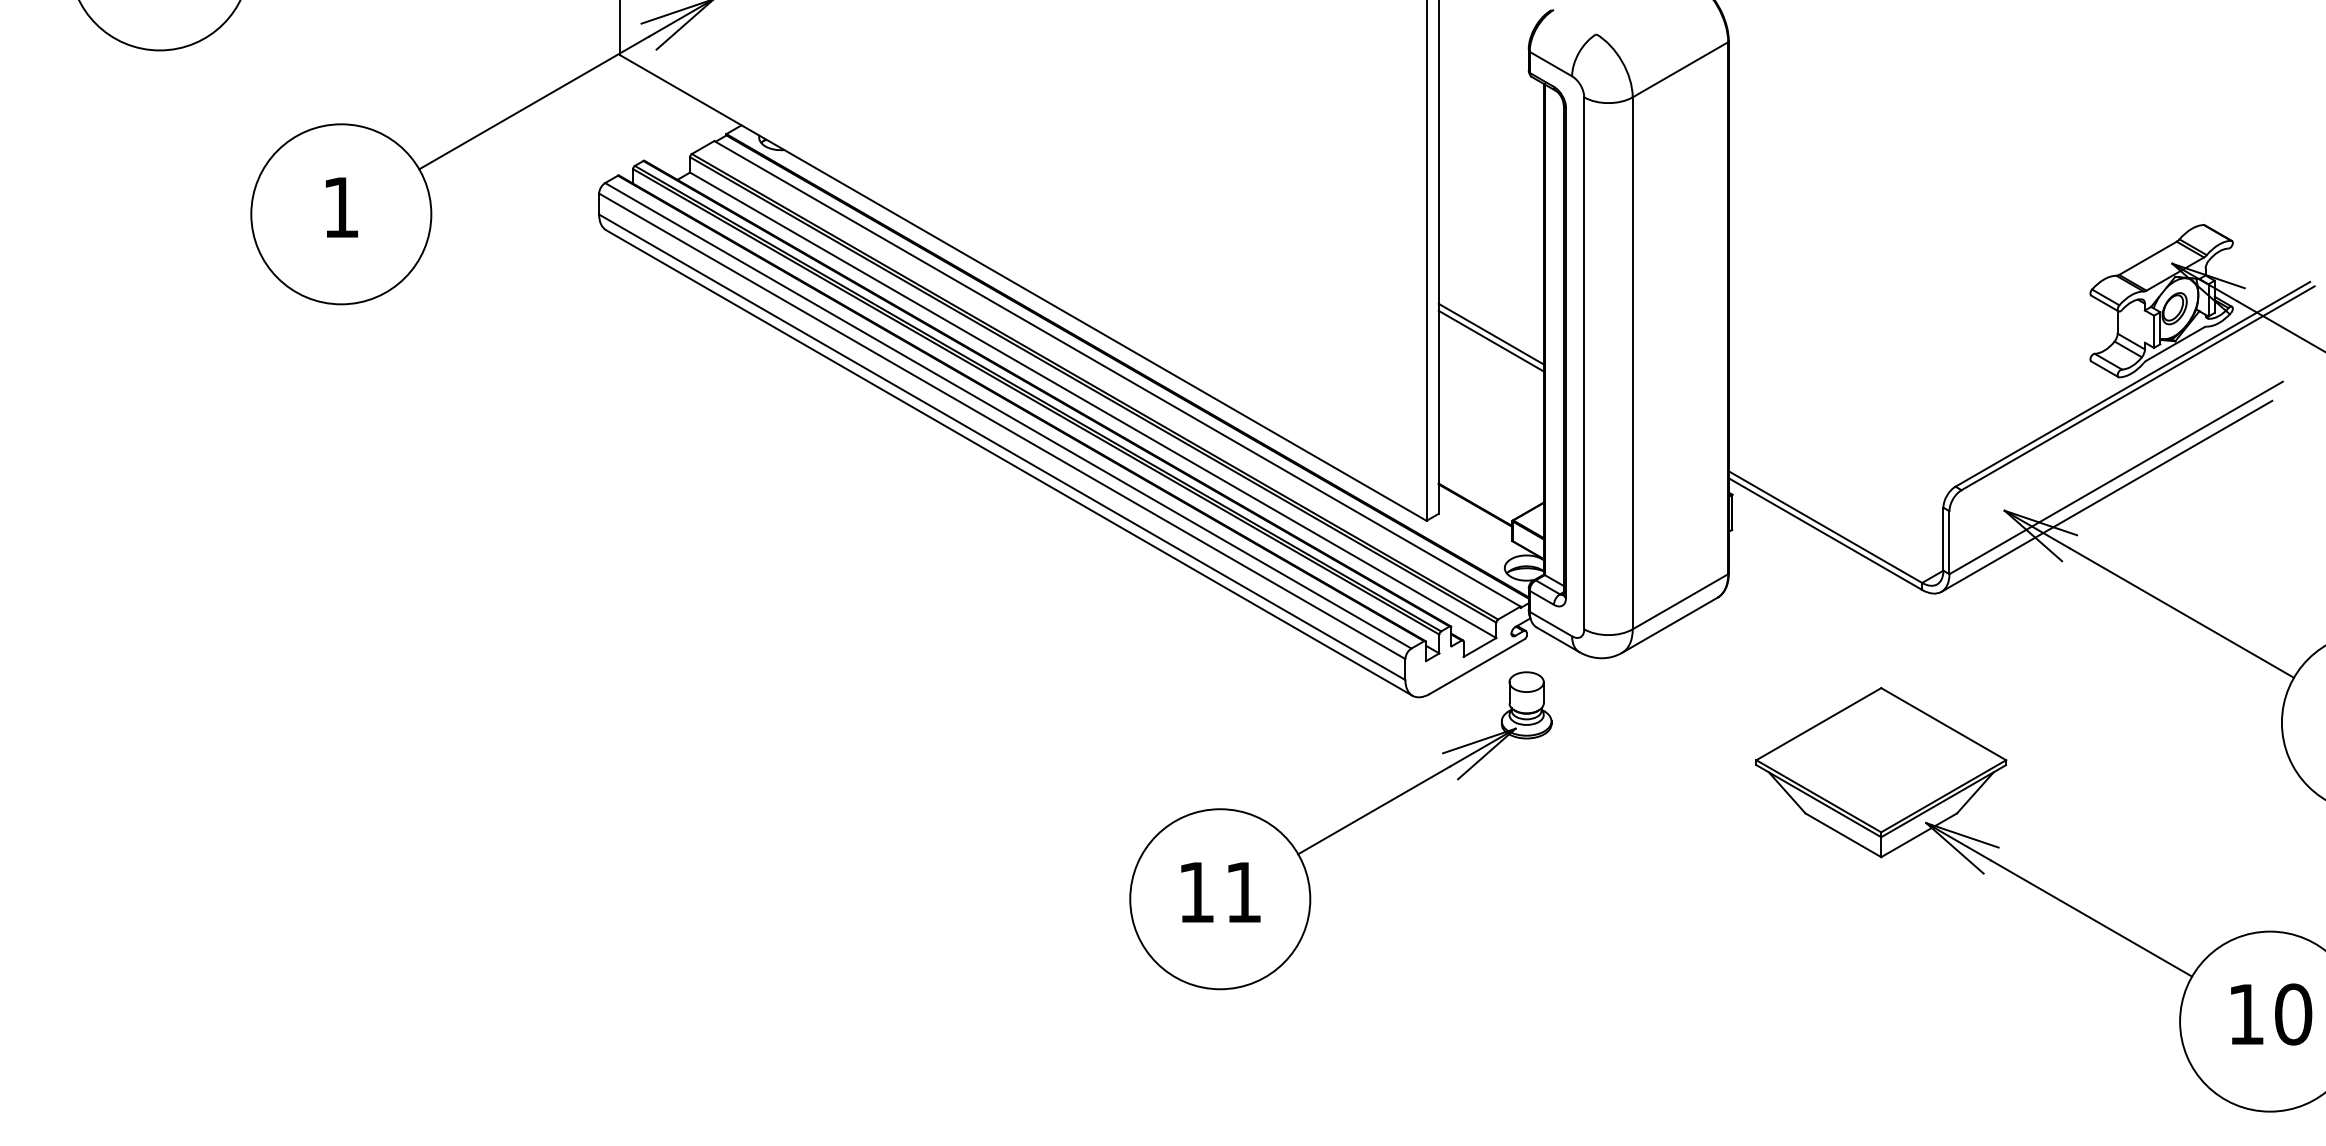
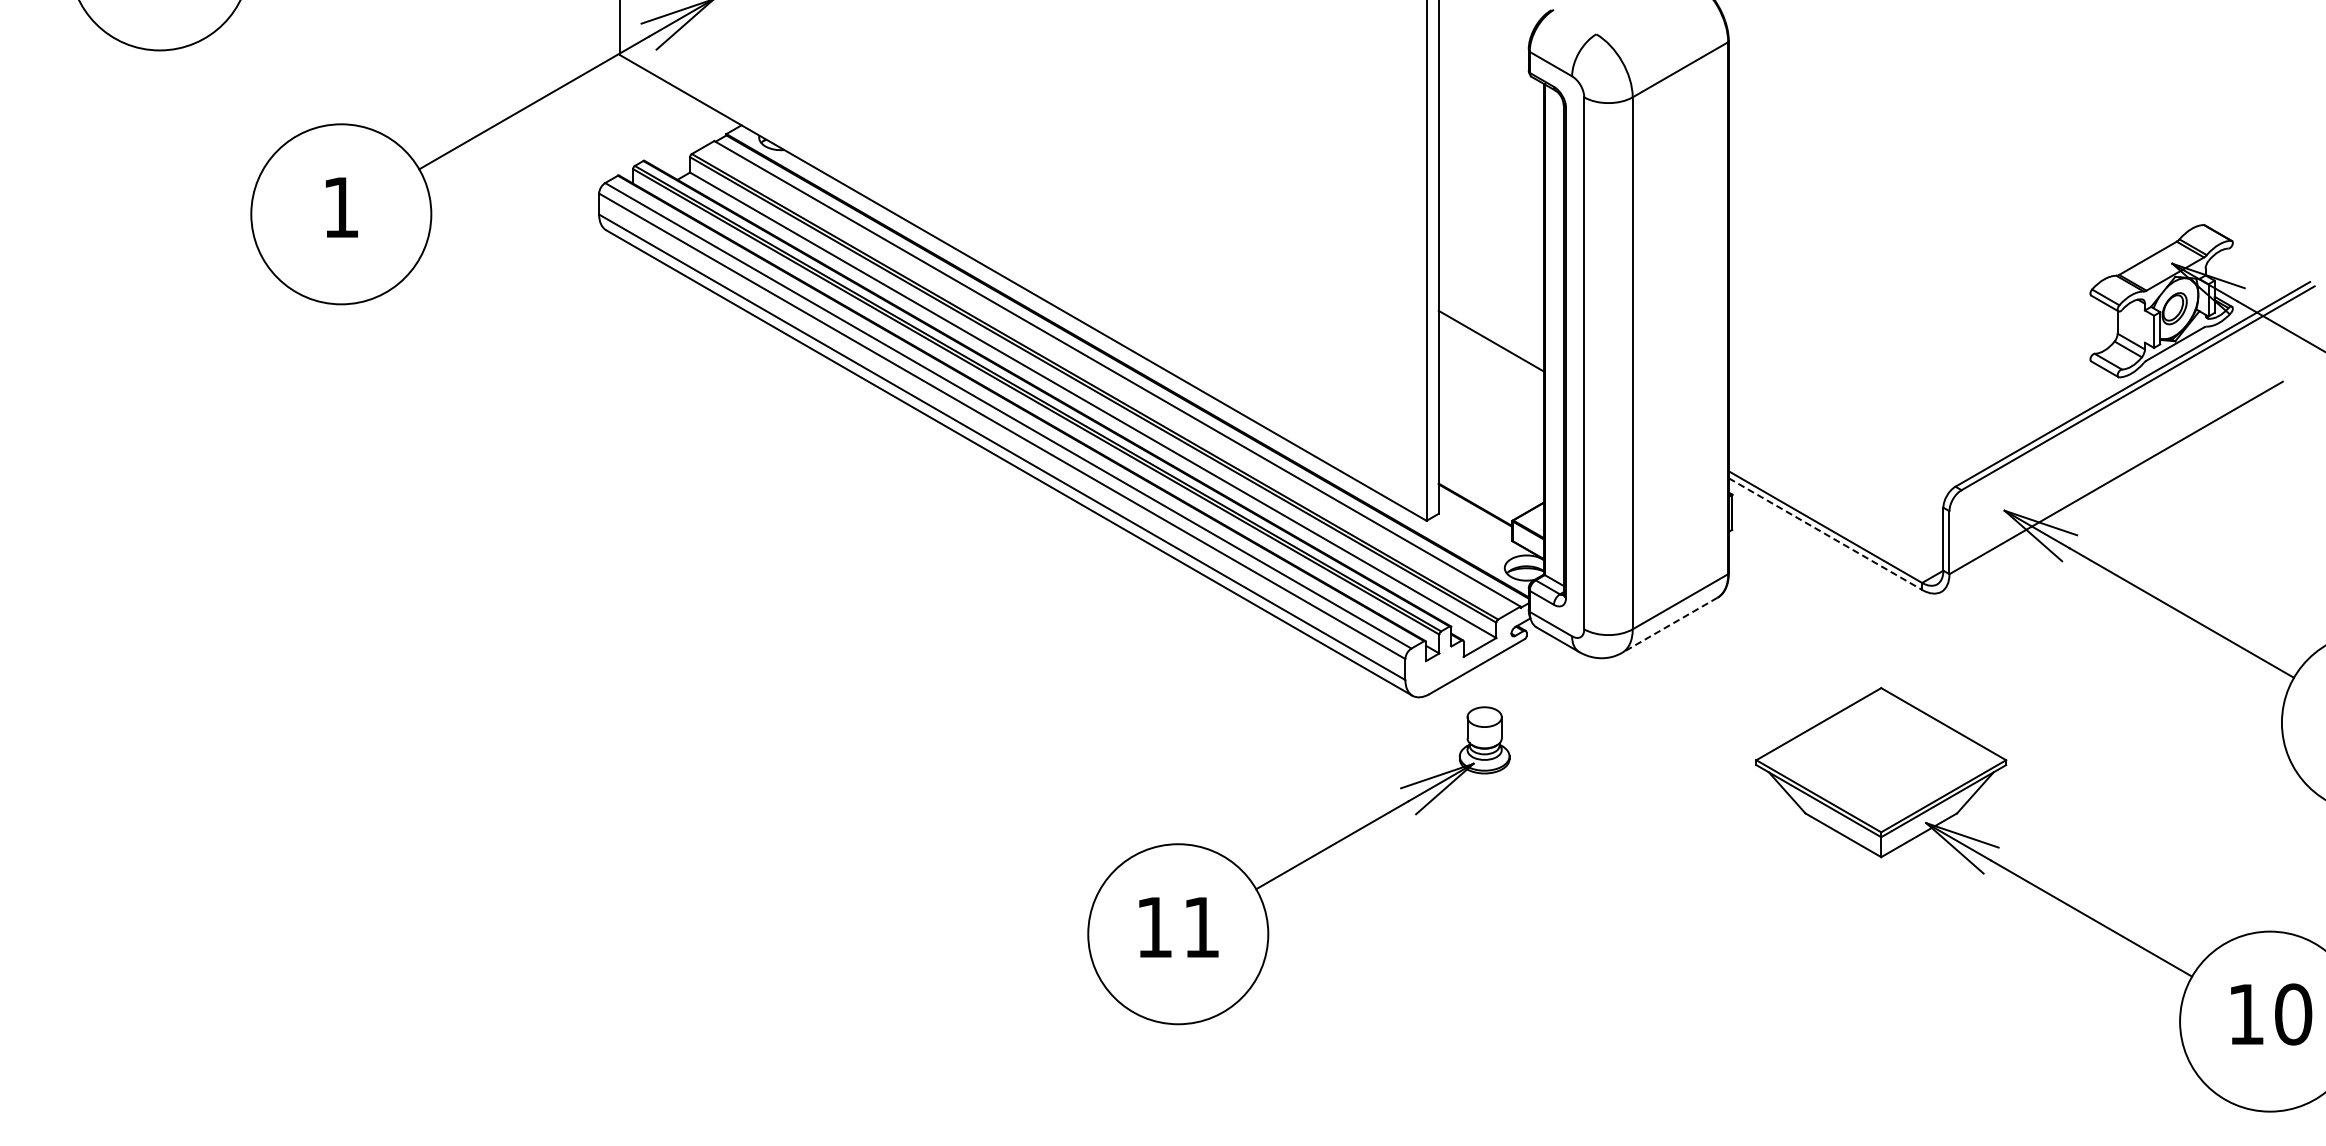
line at (1490, 333): present -> none
line at (2106, 495): present -> none
line at (1825, 534): solid -> dashed
line at (1669, 625): solid -> dashed
part at (1340, 830) position: (1340, 830) -> (1298, 865)
